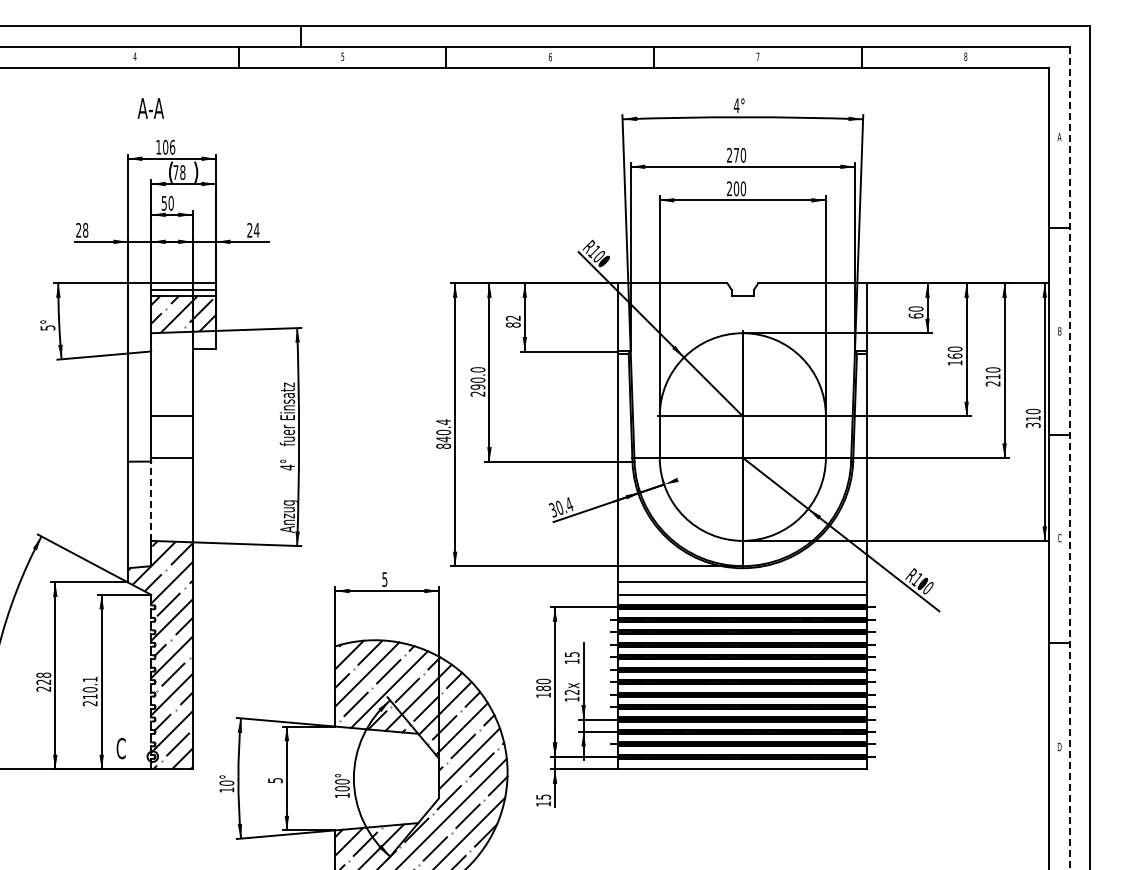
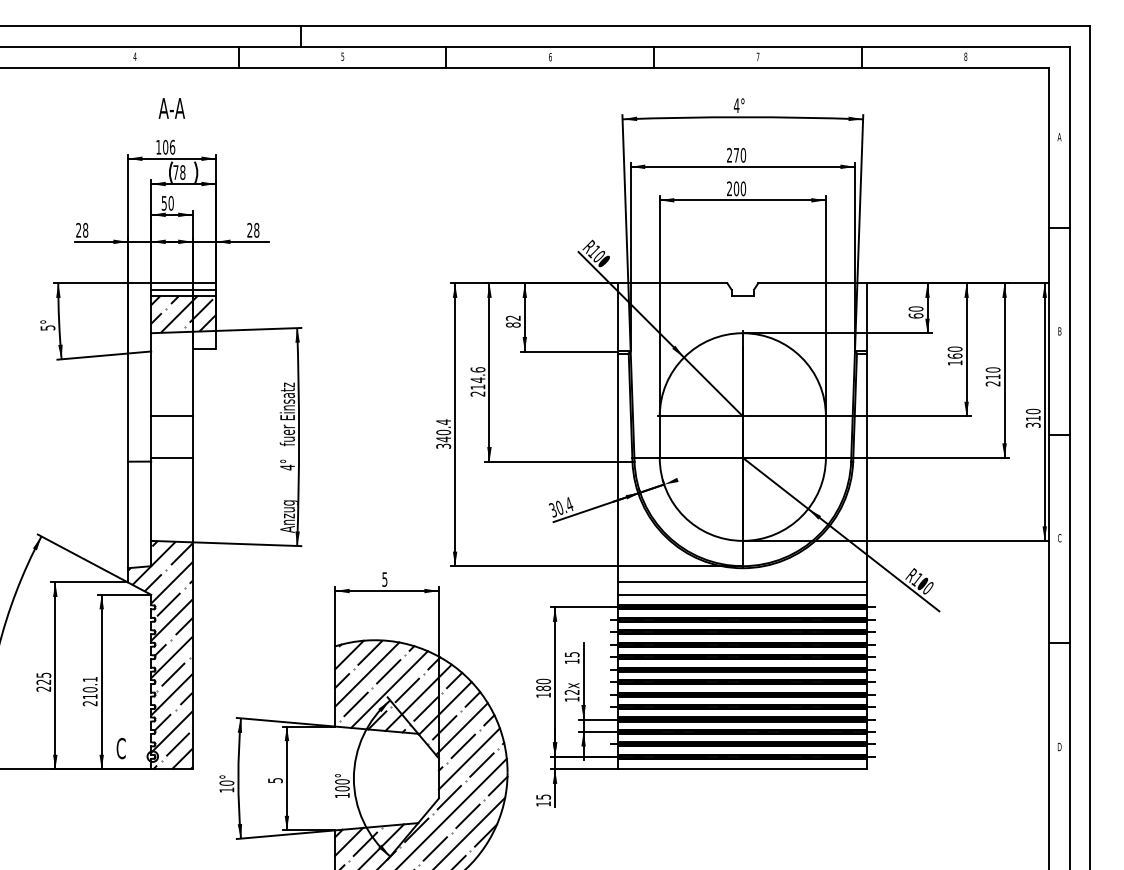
text at (150, 108) position: (150, 108) -> (171, 108)
text at (256, 229): 24 -> 28
text at (477, 378): 290.0 -> 214.6
text at (443, 445): 840.4 -> 340.4
line at (1069, 458): dashed -> solid
line at (151, 499): dashed -> solid
text at (43, 674): 228 -> 225
